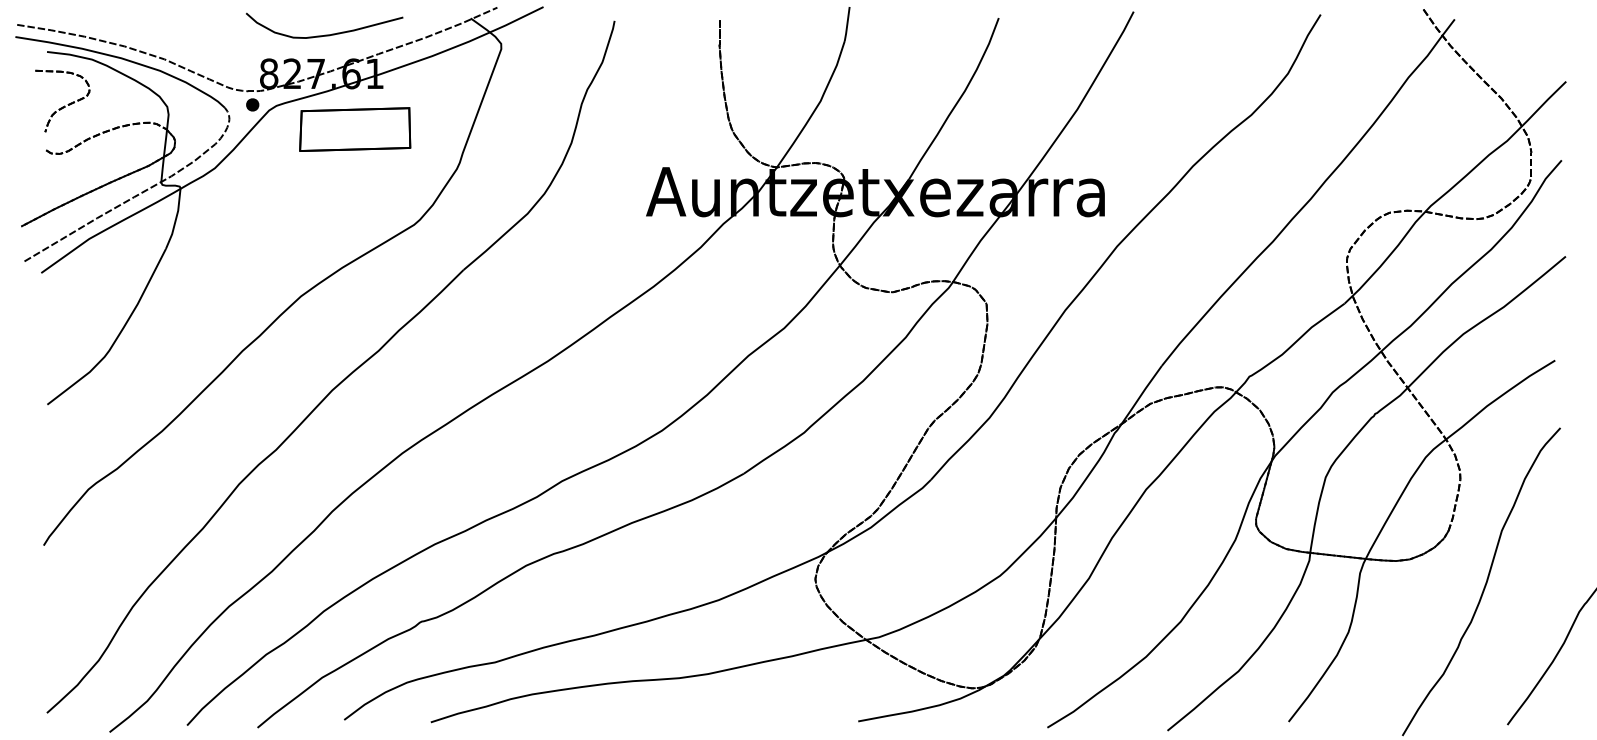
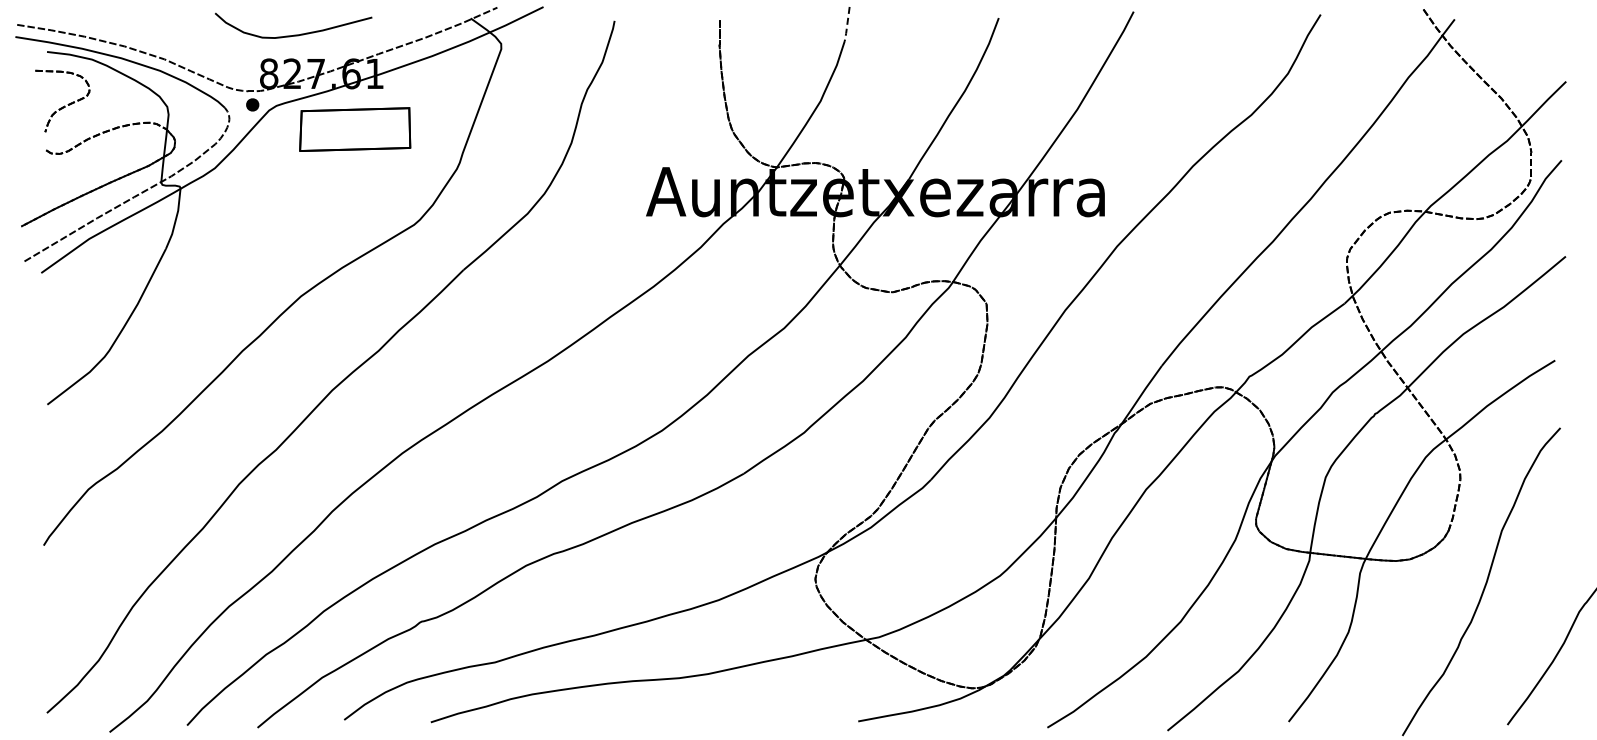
line at (847, 24): solid -> dashed
curve at (324, 34) position: (324, 34) -> (293, 34)
